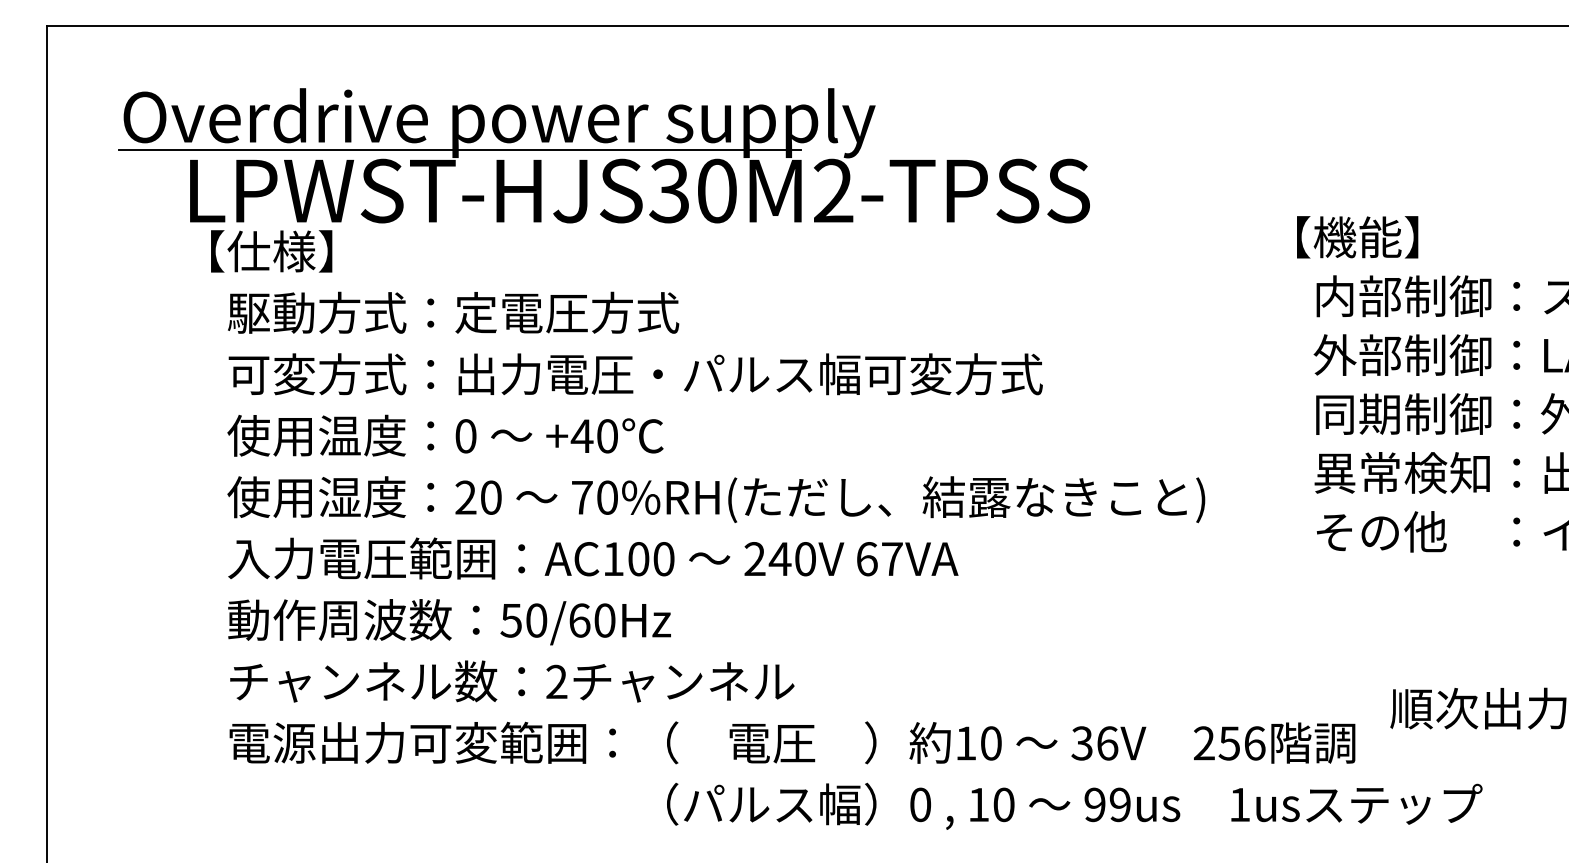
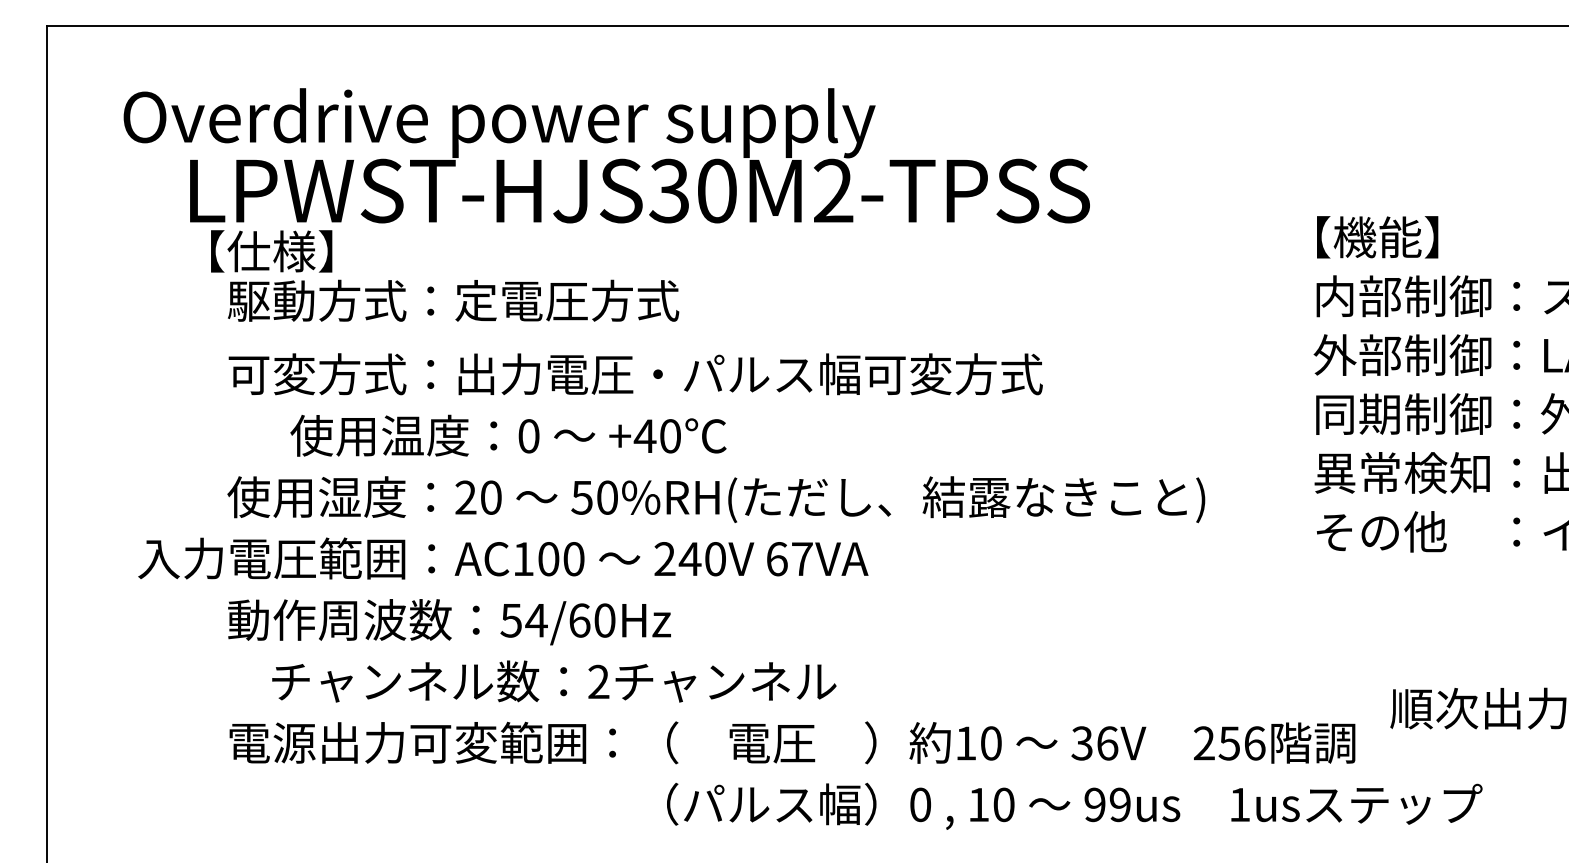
line at (459, 149): present -> none
text at (1357, 237) position: (1357, 237) -> (1377, 237)
text at (453, 312) position: (453, 312) -> (453, 300)
text at (445, 435) position: (445, 435) -> (508, 435)
text at (581, 497): 70%RH( -> 50%RH(
text at (593, 558) position: (593, 558) -> (503, 558)
text at (536, 620): 50/60Hz -> 54/60Hz
text at (512, 681) position: (512, 681) -> (554, 681)
